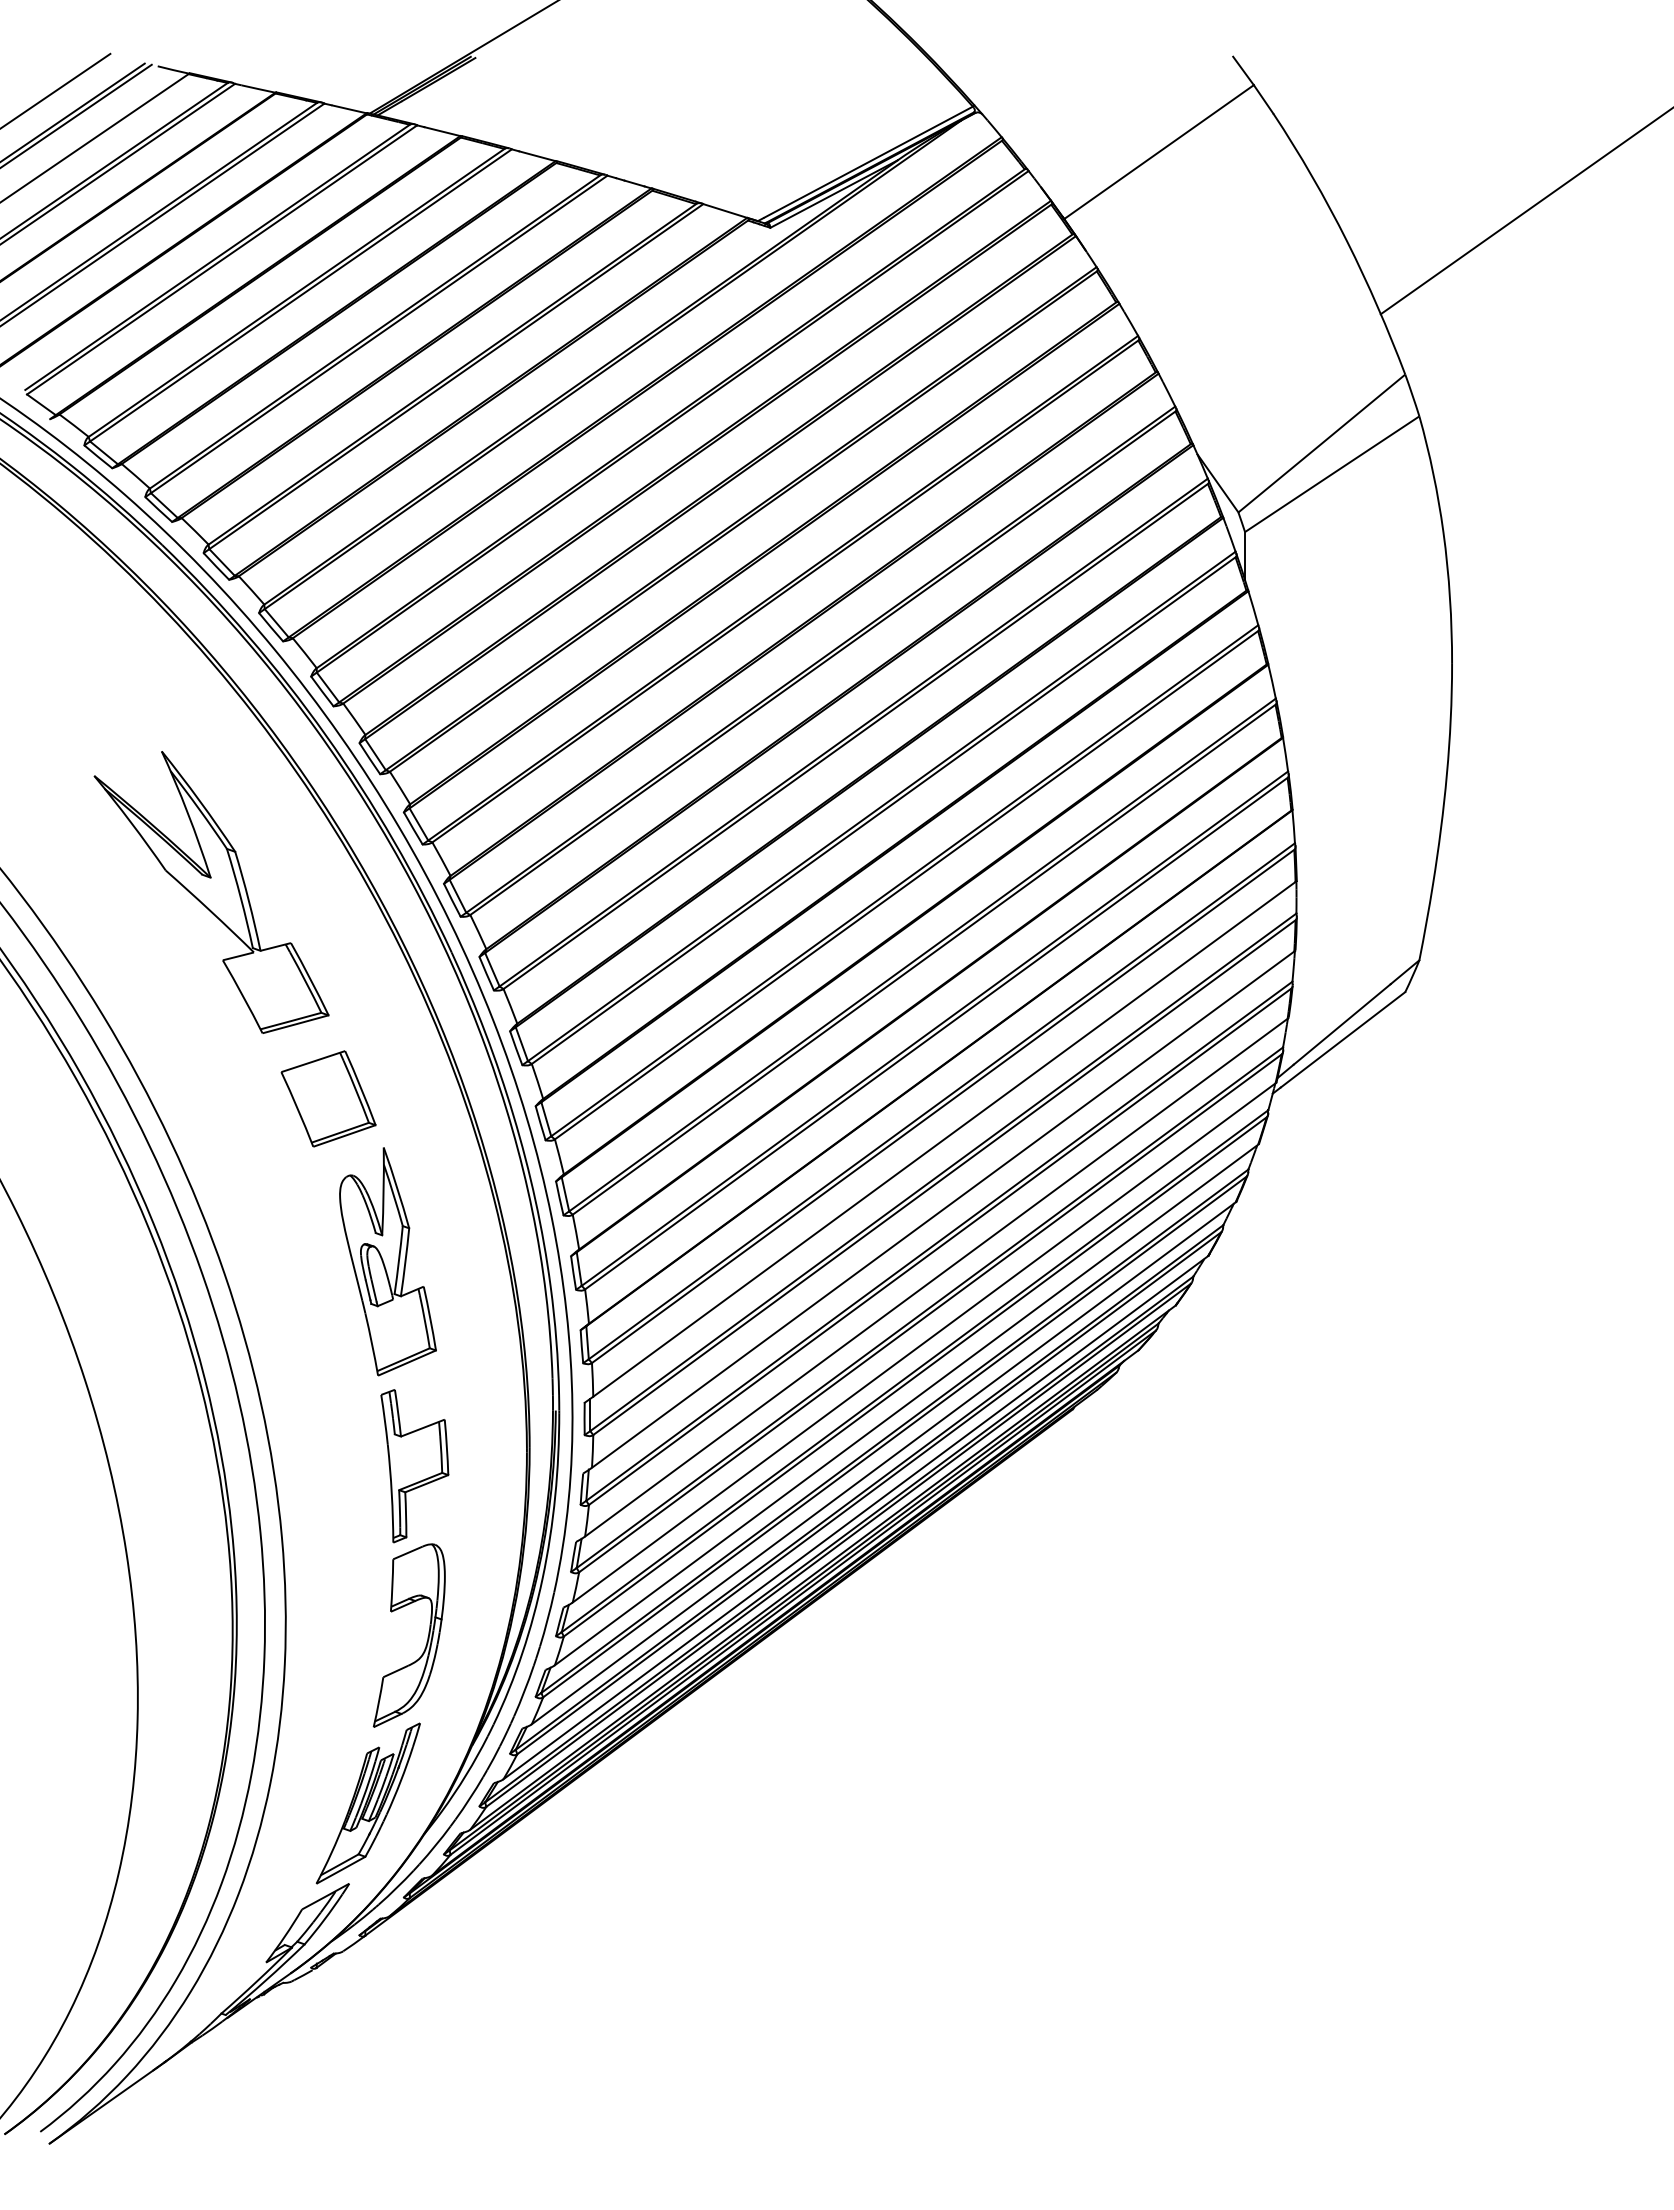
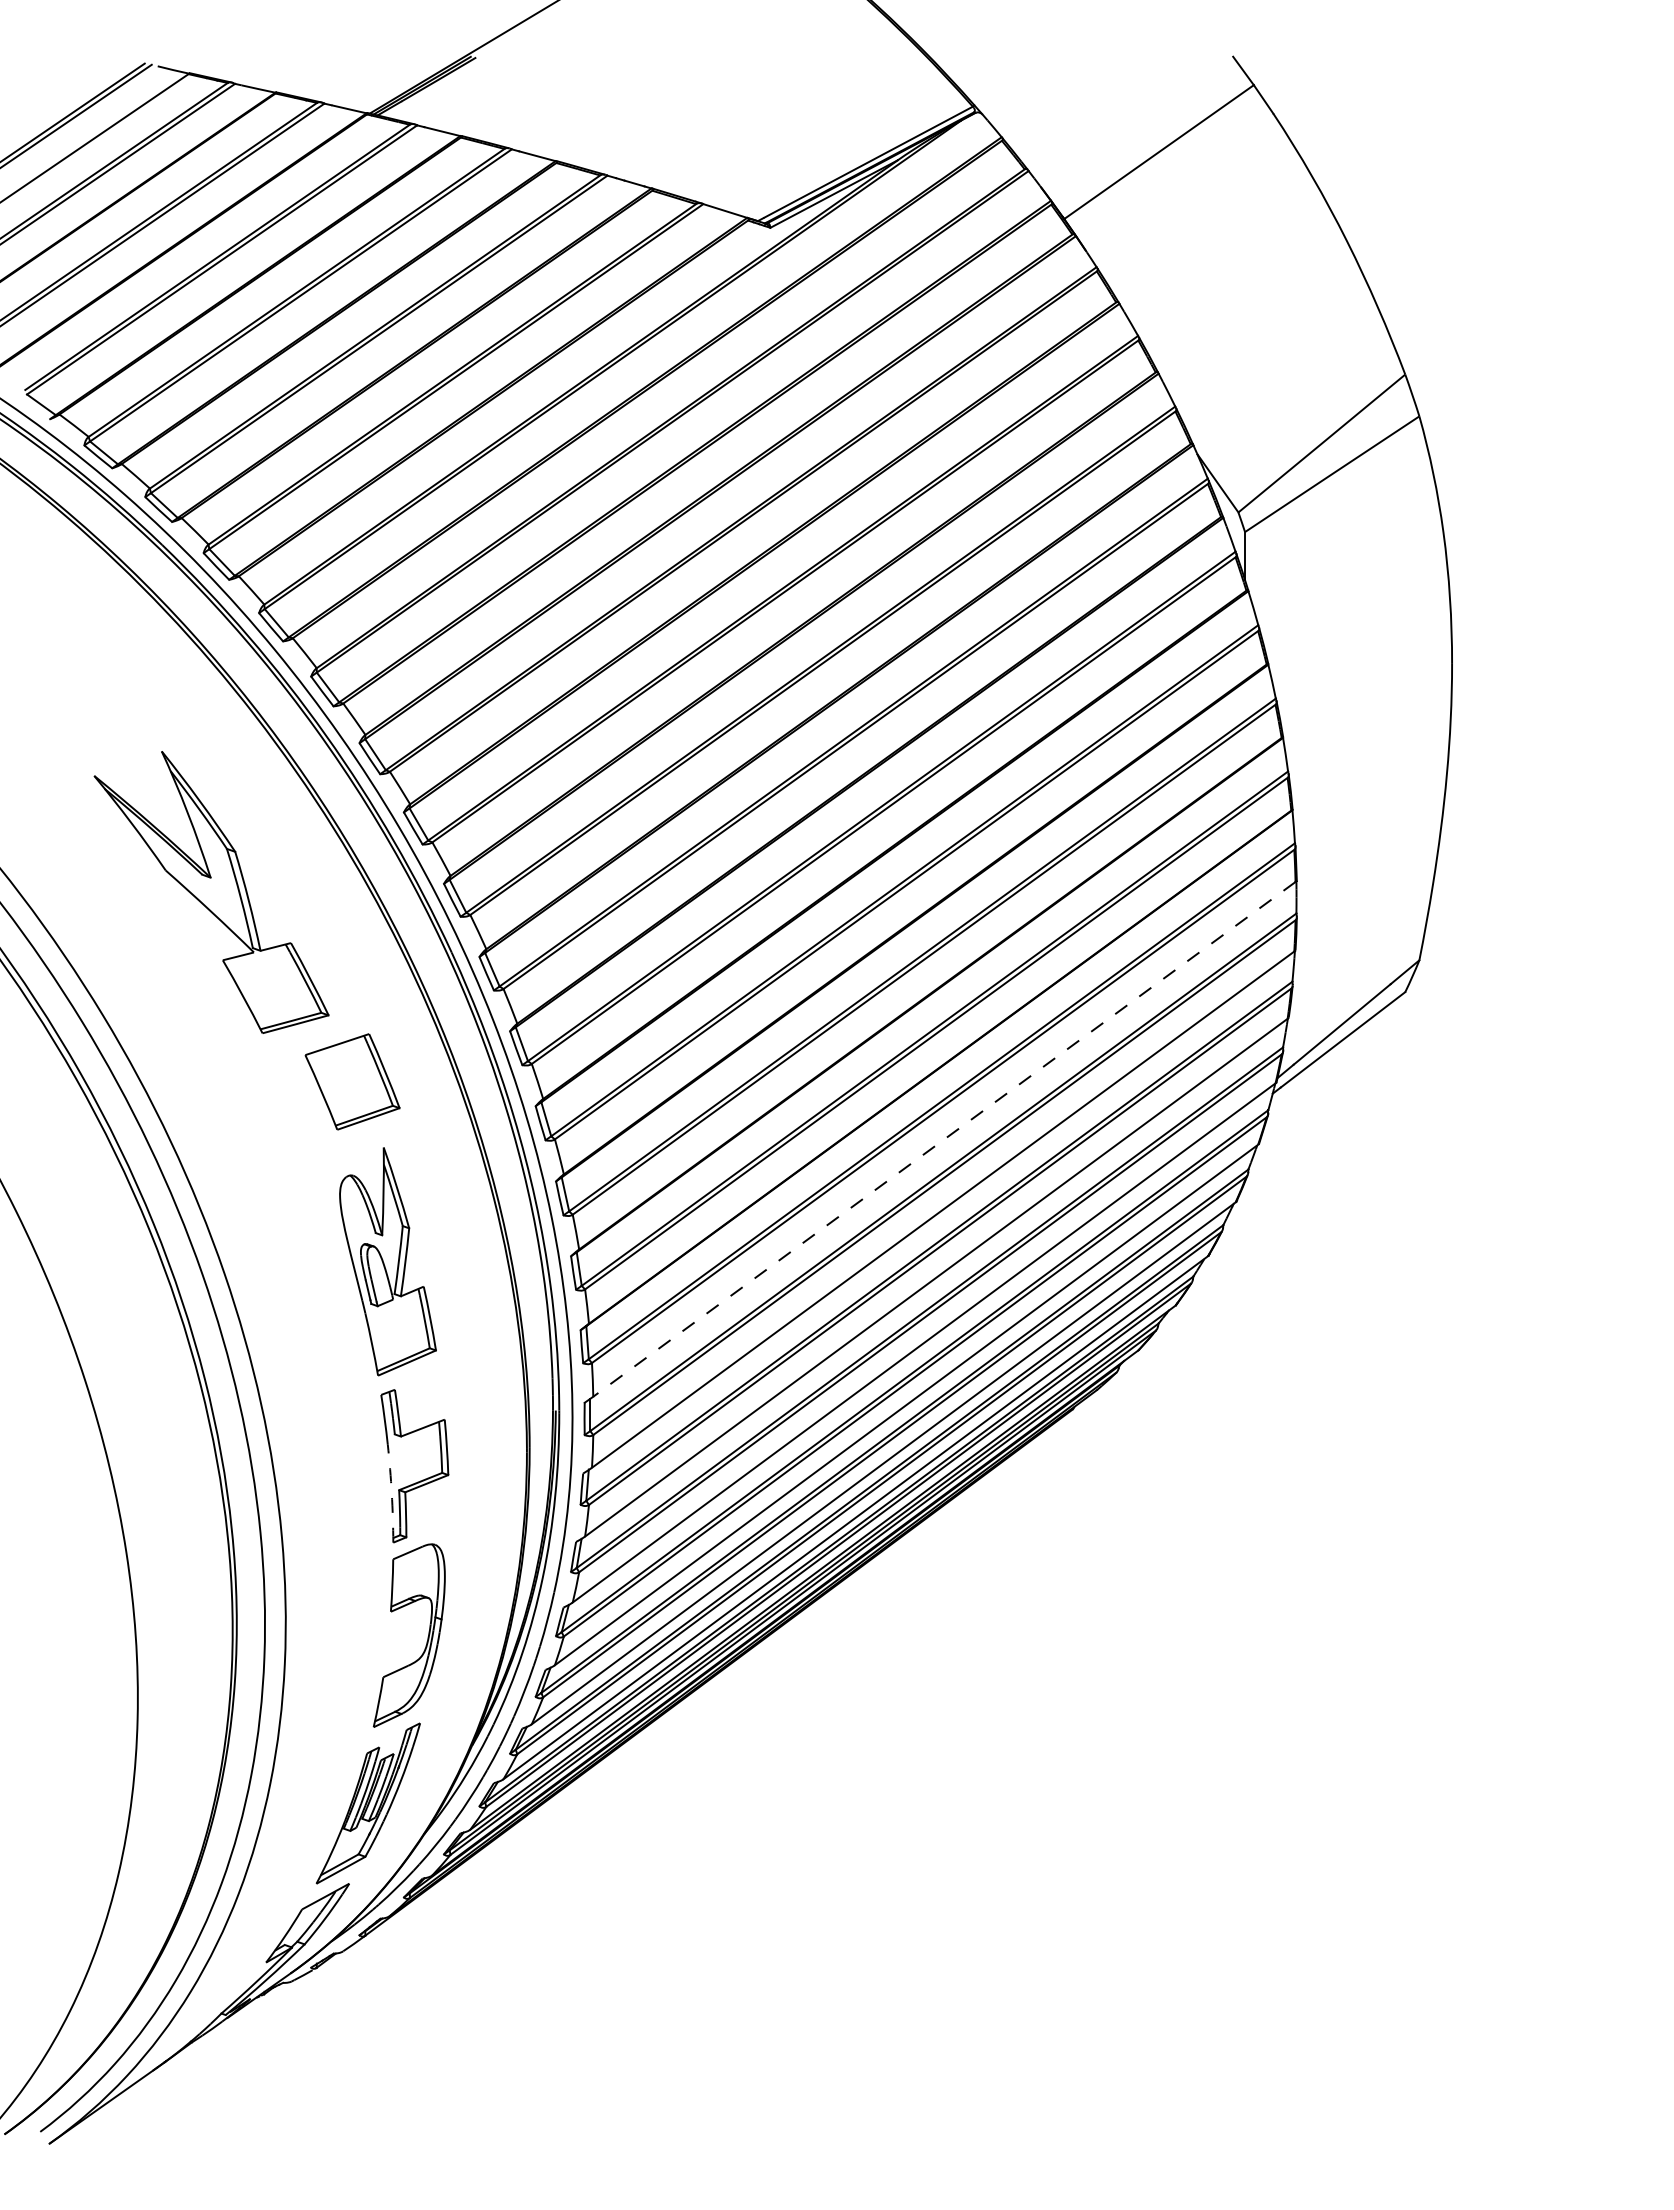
line at (56, 90): present -> none
line at (1525, 211): present -> none
part at (328, 1098) position: (328, 1098) -> (352, 1081)
line at (943, 1139): solid -> dashed
arc at (391, 1493): solid -> dashed
